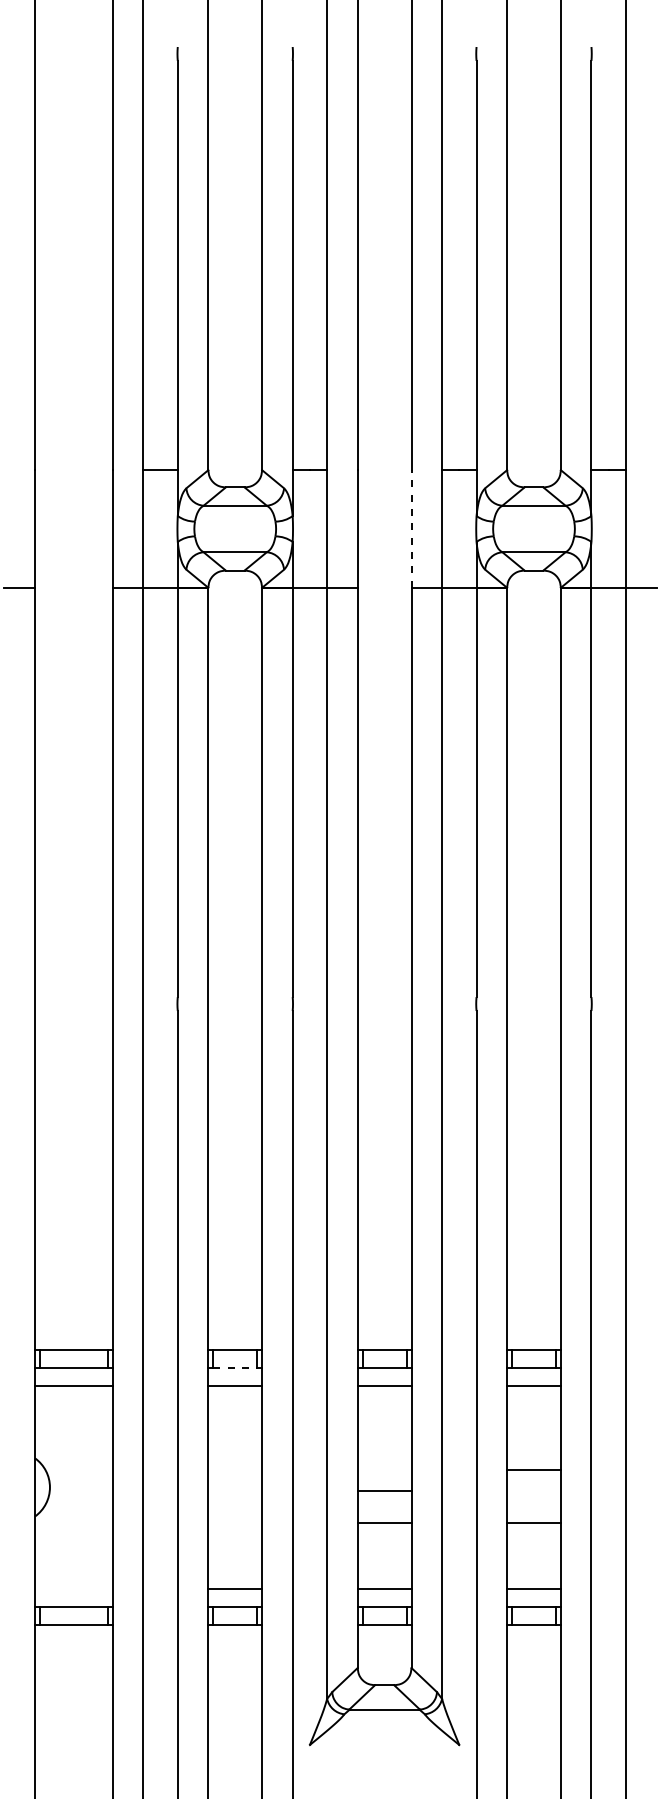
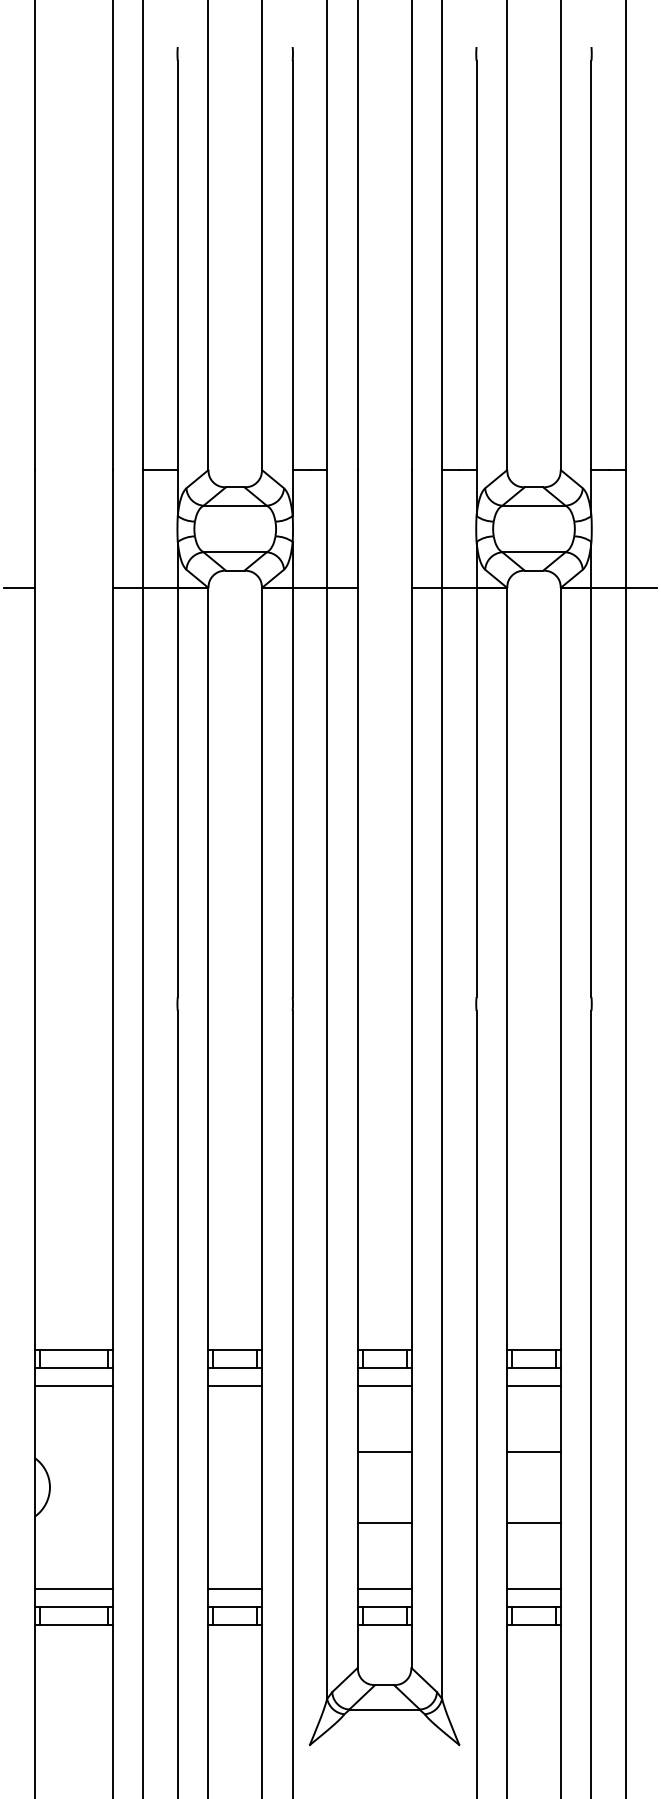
line at (411, 529): dashed -> solid
line at (235, 1367): dashed -> solid
line at (533, 1469) position: (533, 1469) -> (533, 1451)
line at (384, 1490) position: (384, 1490) -> (384, 1451)
line at (73, 1589): none -> present
